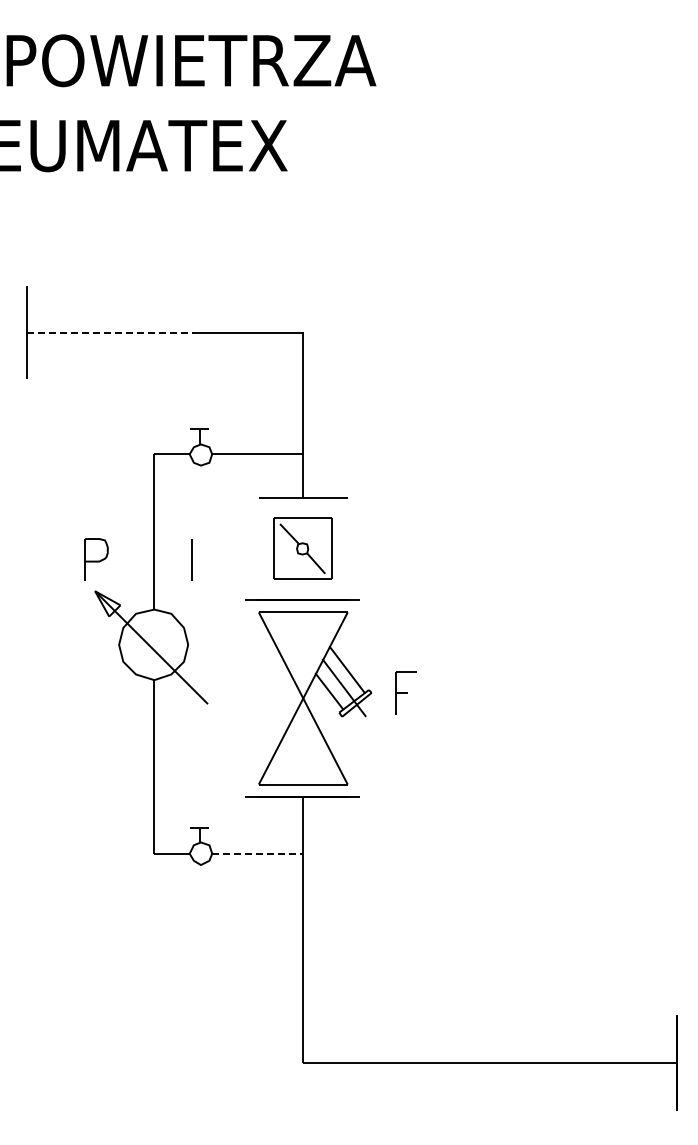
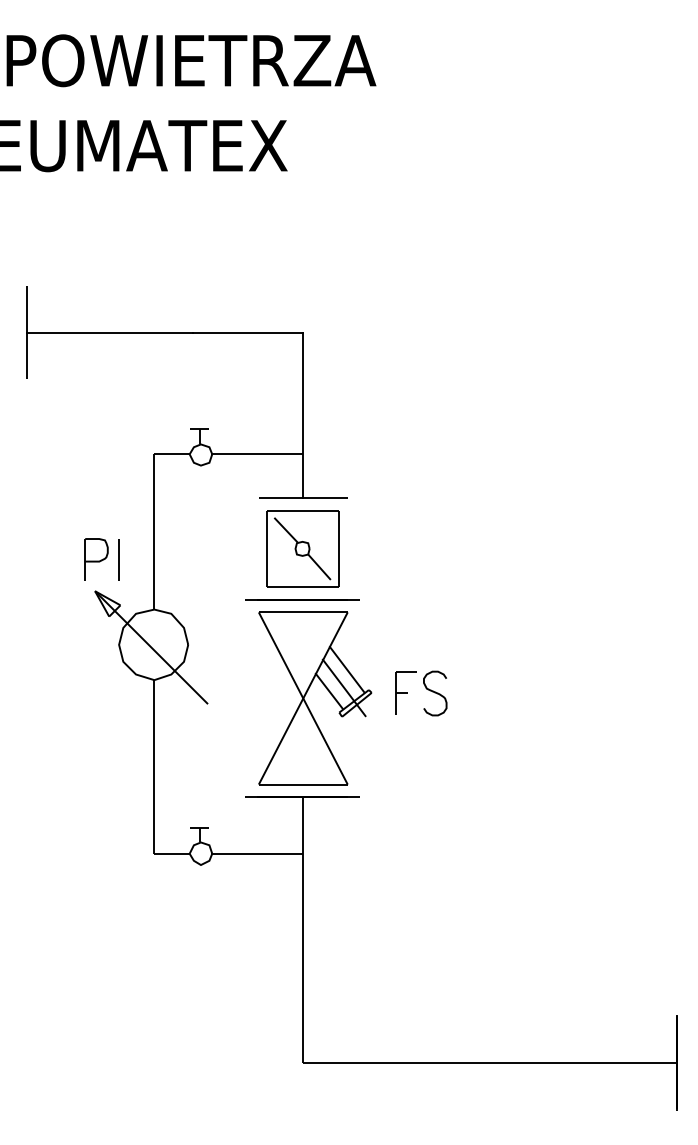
line at (109, 332): dashed -> solid
part at (302, 548) size: 60x63 px -> 74x78 px
line at (191, 559) position: (191, 559) -> (118, 559)
curve at (435, 693): none -> present
line at (257, 853): dashed -> solid
